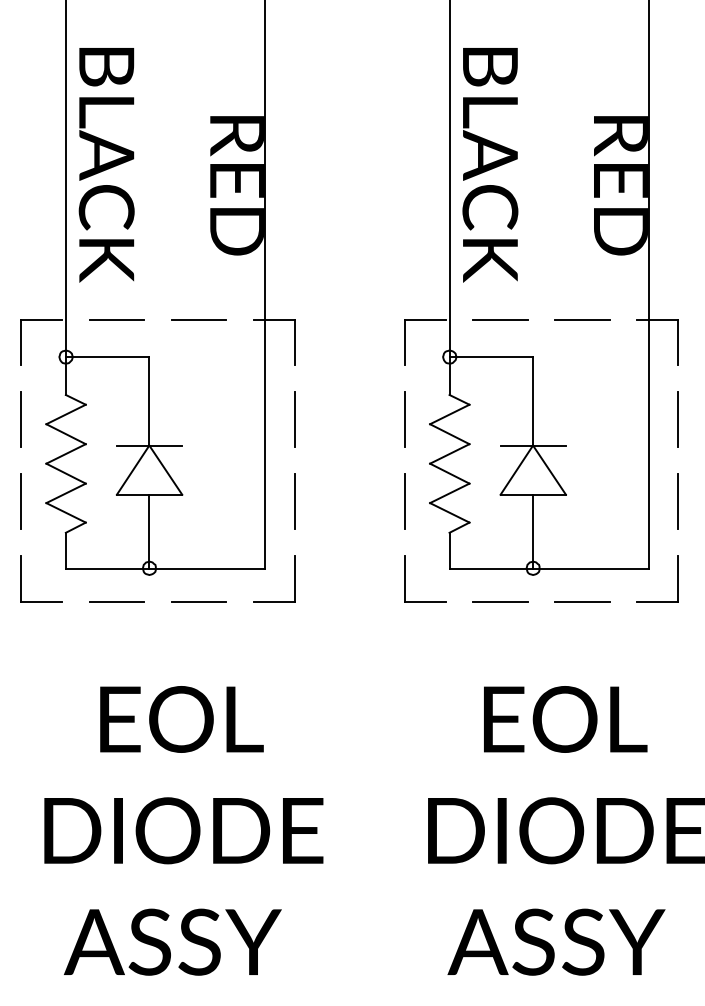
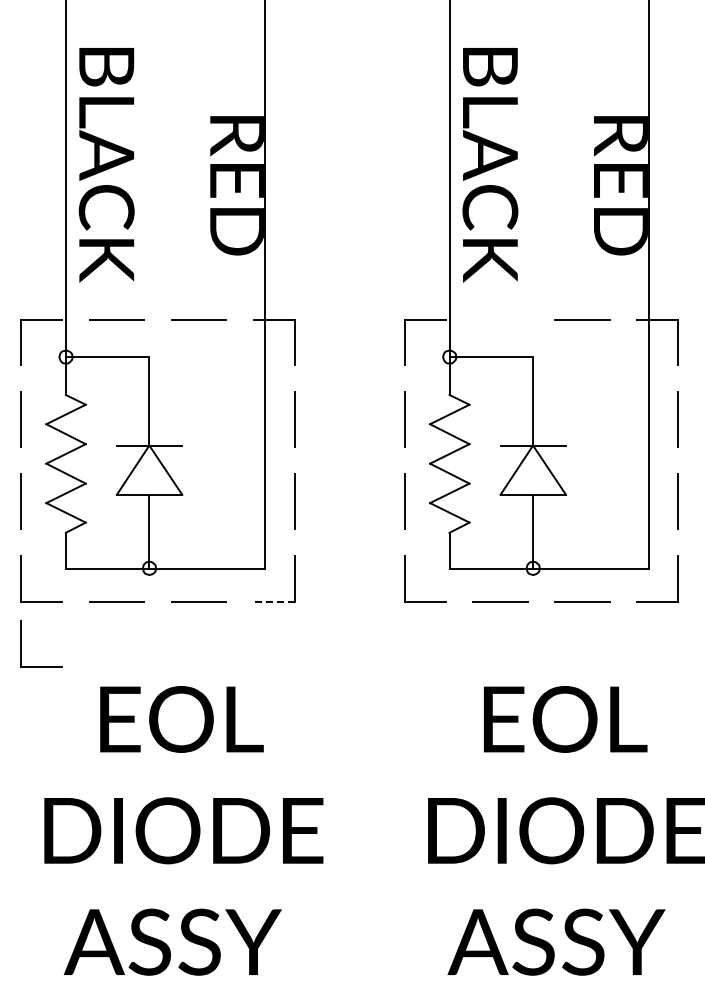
line at (500, 319): present -> none
line at (273, 601): solid -> dashed
part at (21, 643): none -> present
